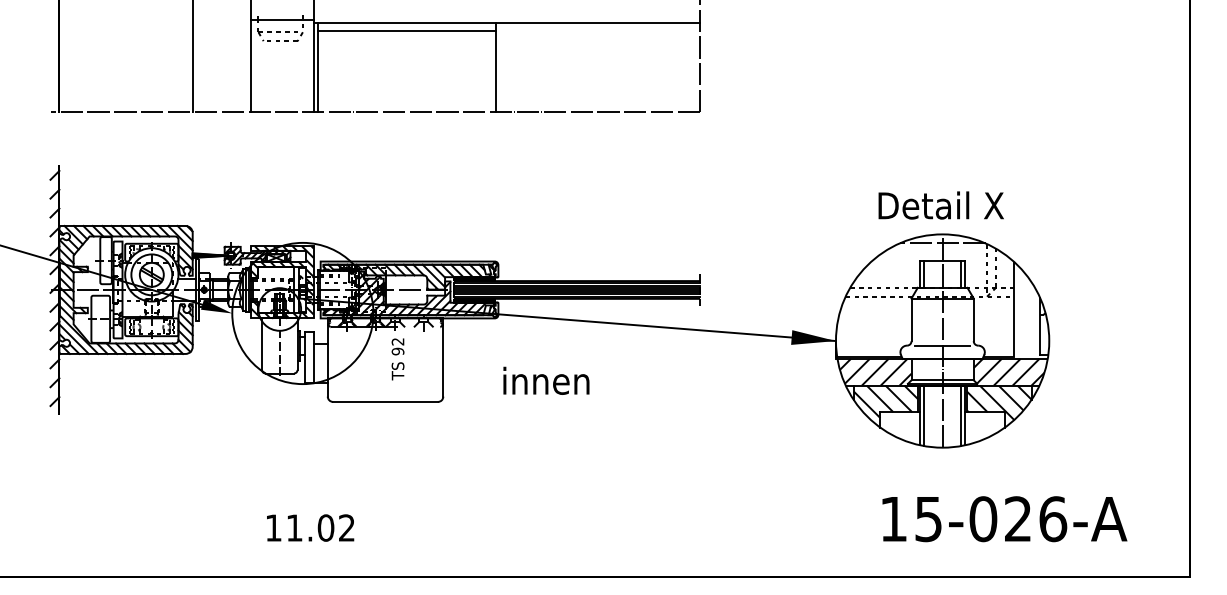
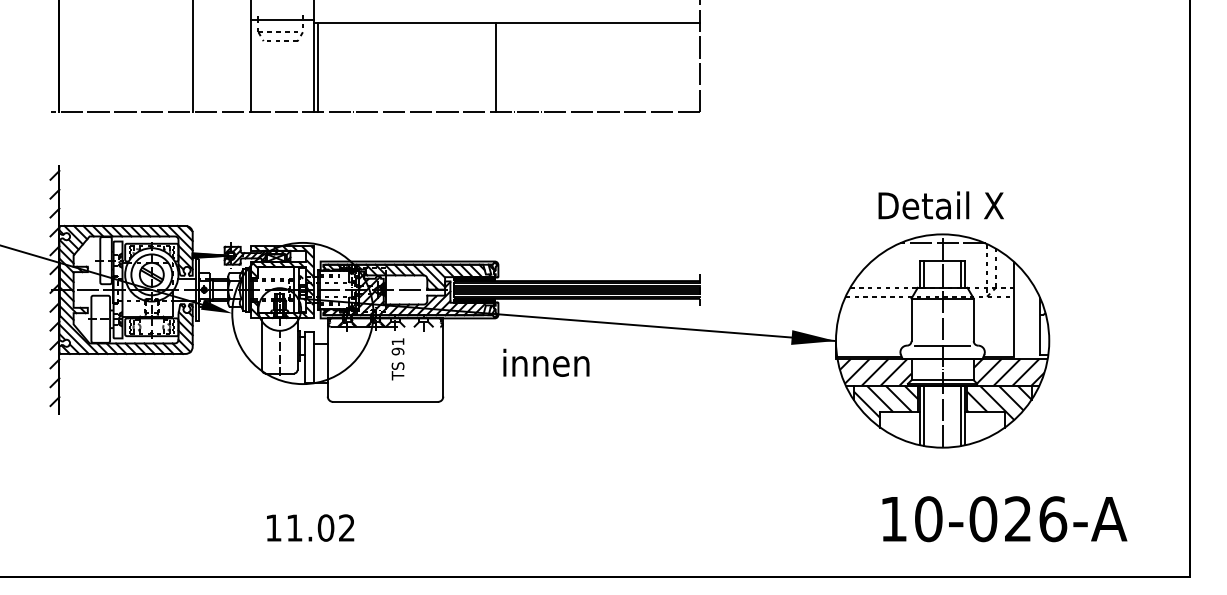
line at (406, 31): present -> none
text at (397, 341): 92 -> 91
text at (546, 380) position: (546, 380) -> (546, 362)
text at (928, 519): 15-026-A -> 10-026-A
